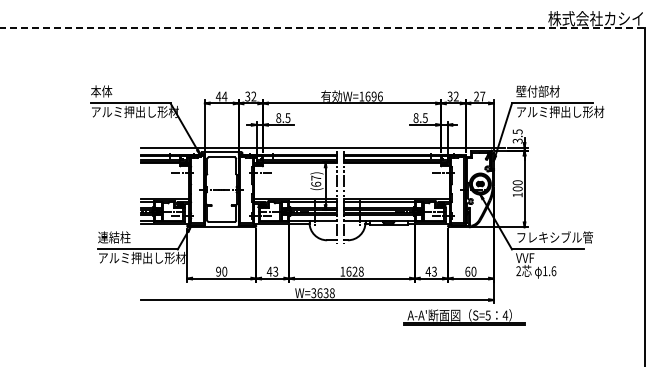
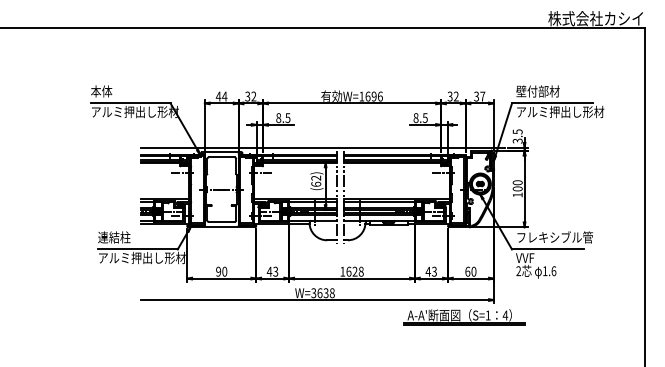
line at (323, 28): dashed -> solid
text at (476, 96): 27 -> 37
text at (316, 177): (67) -> (62)
text at (487, 315): S=5 -> S=1
